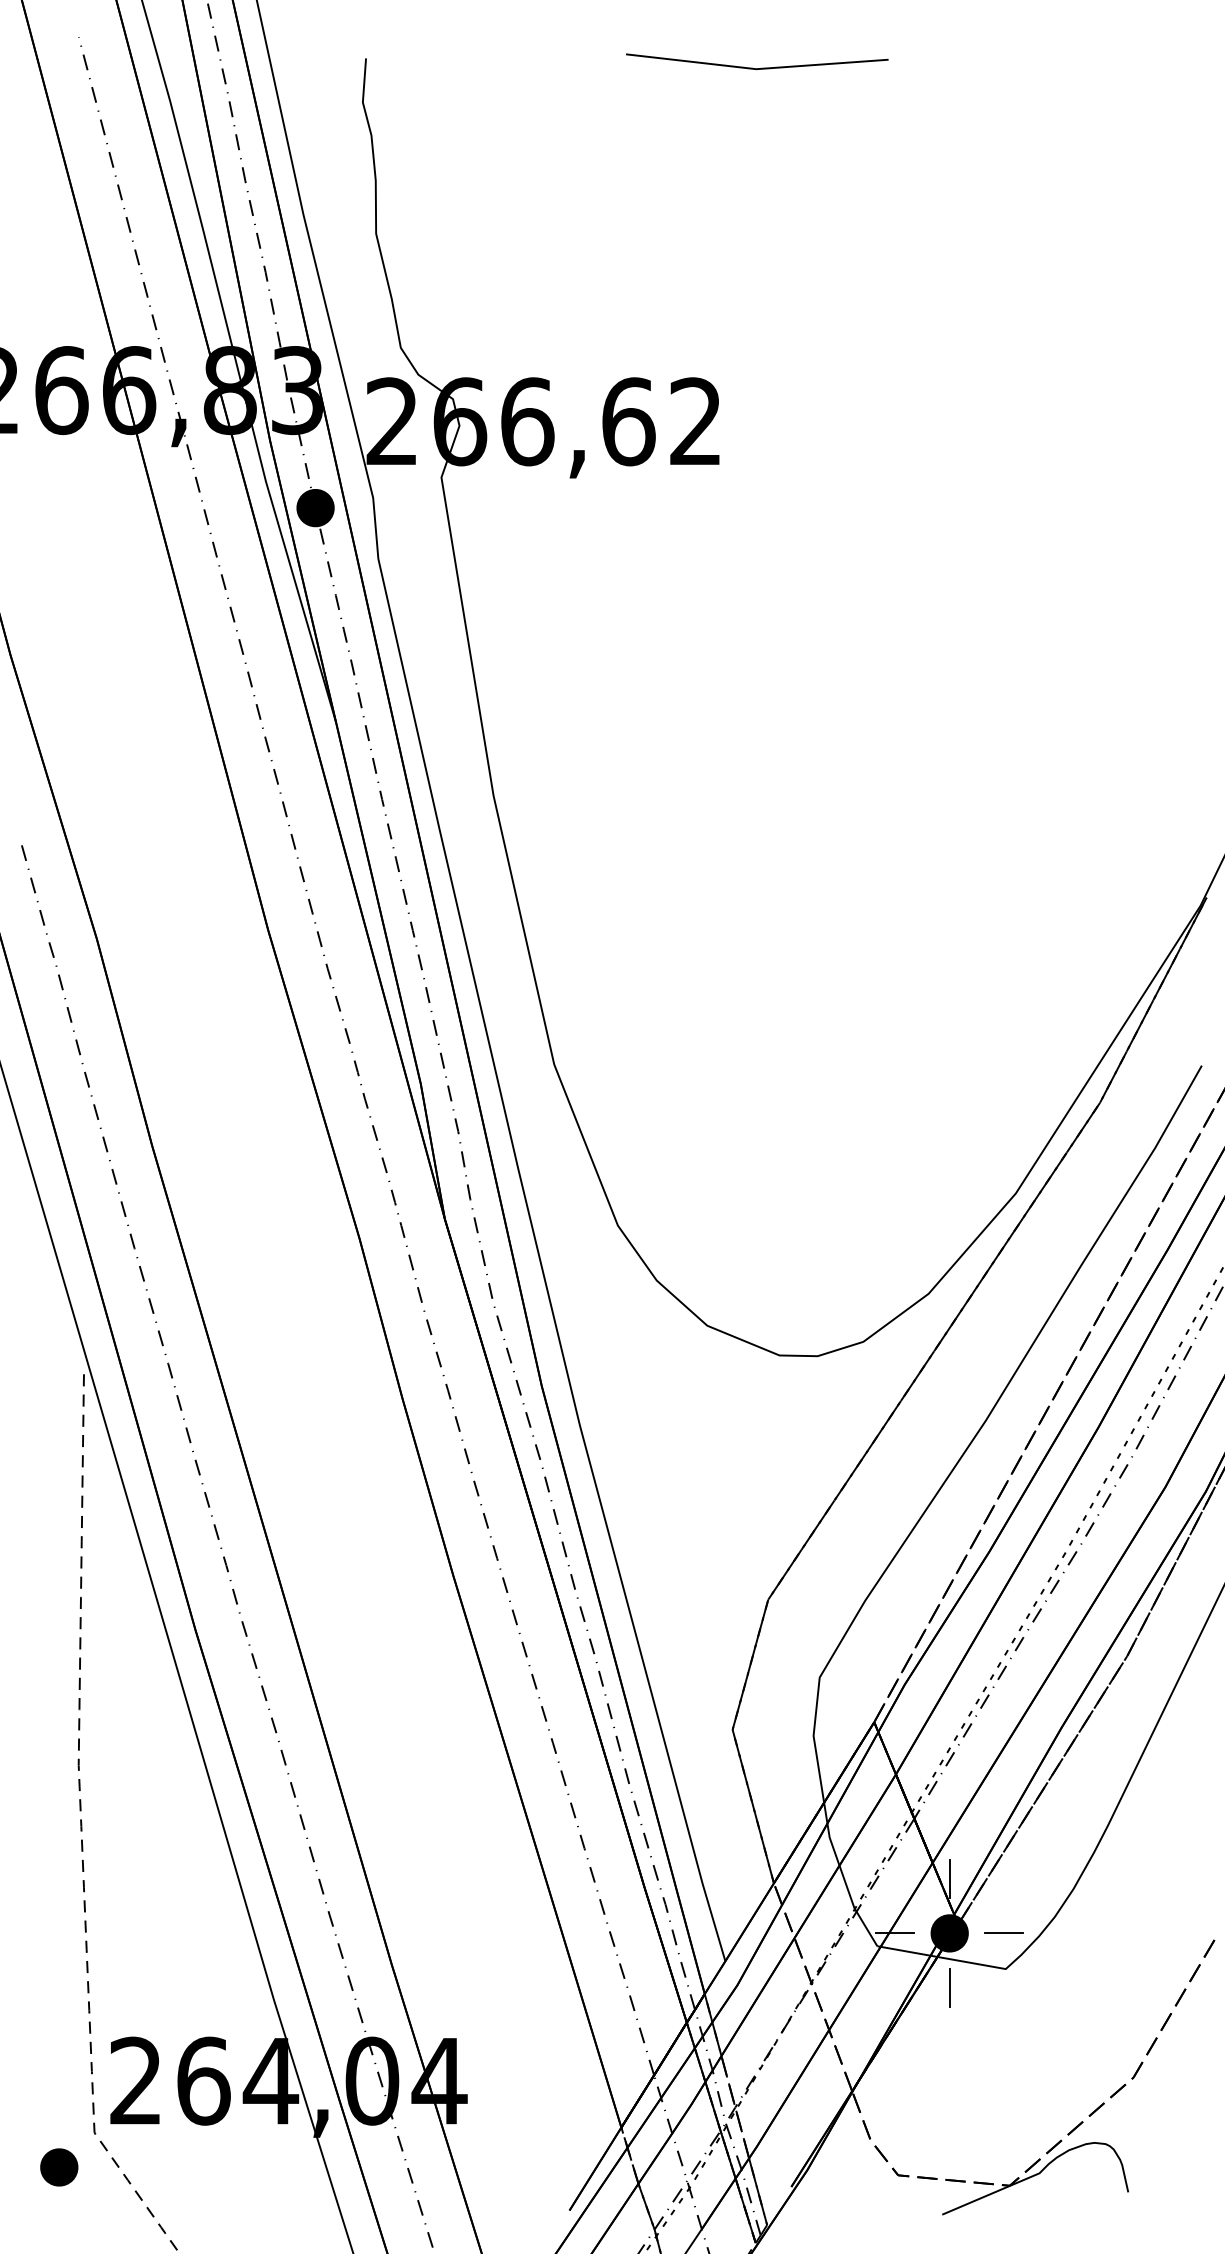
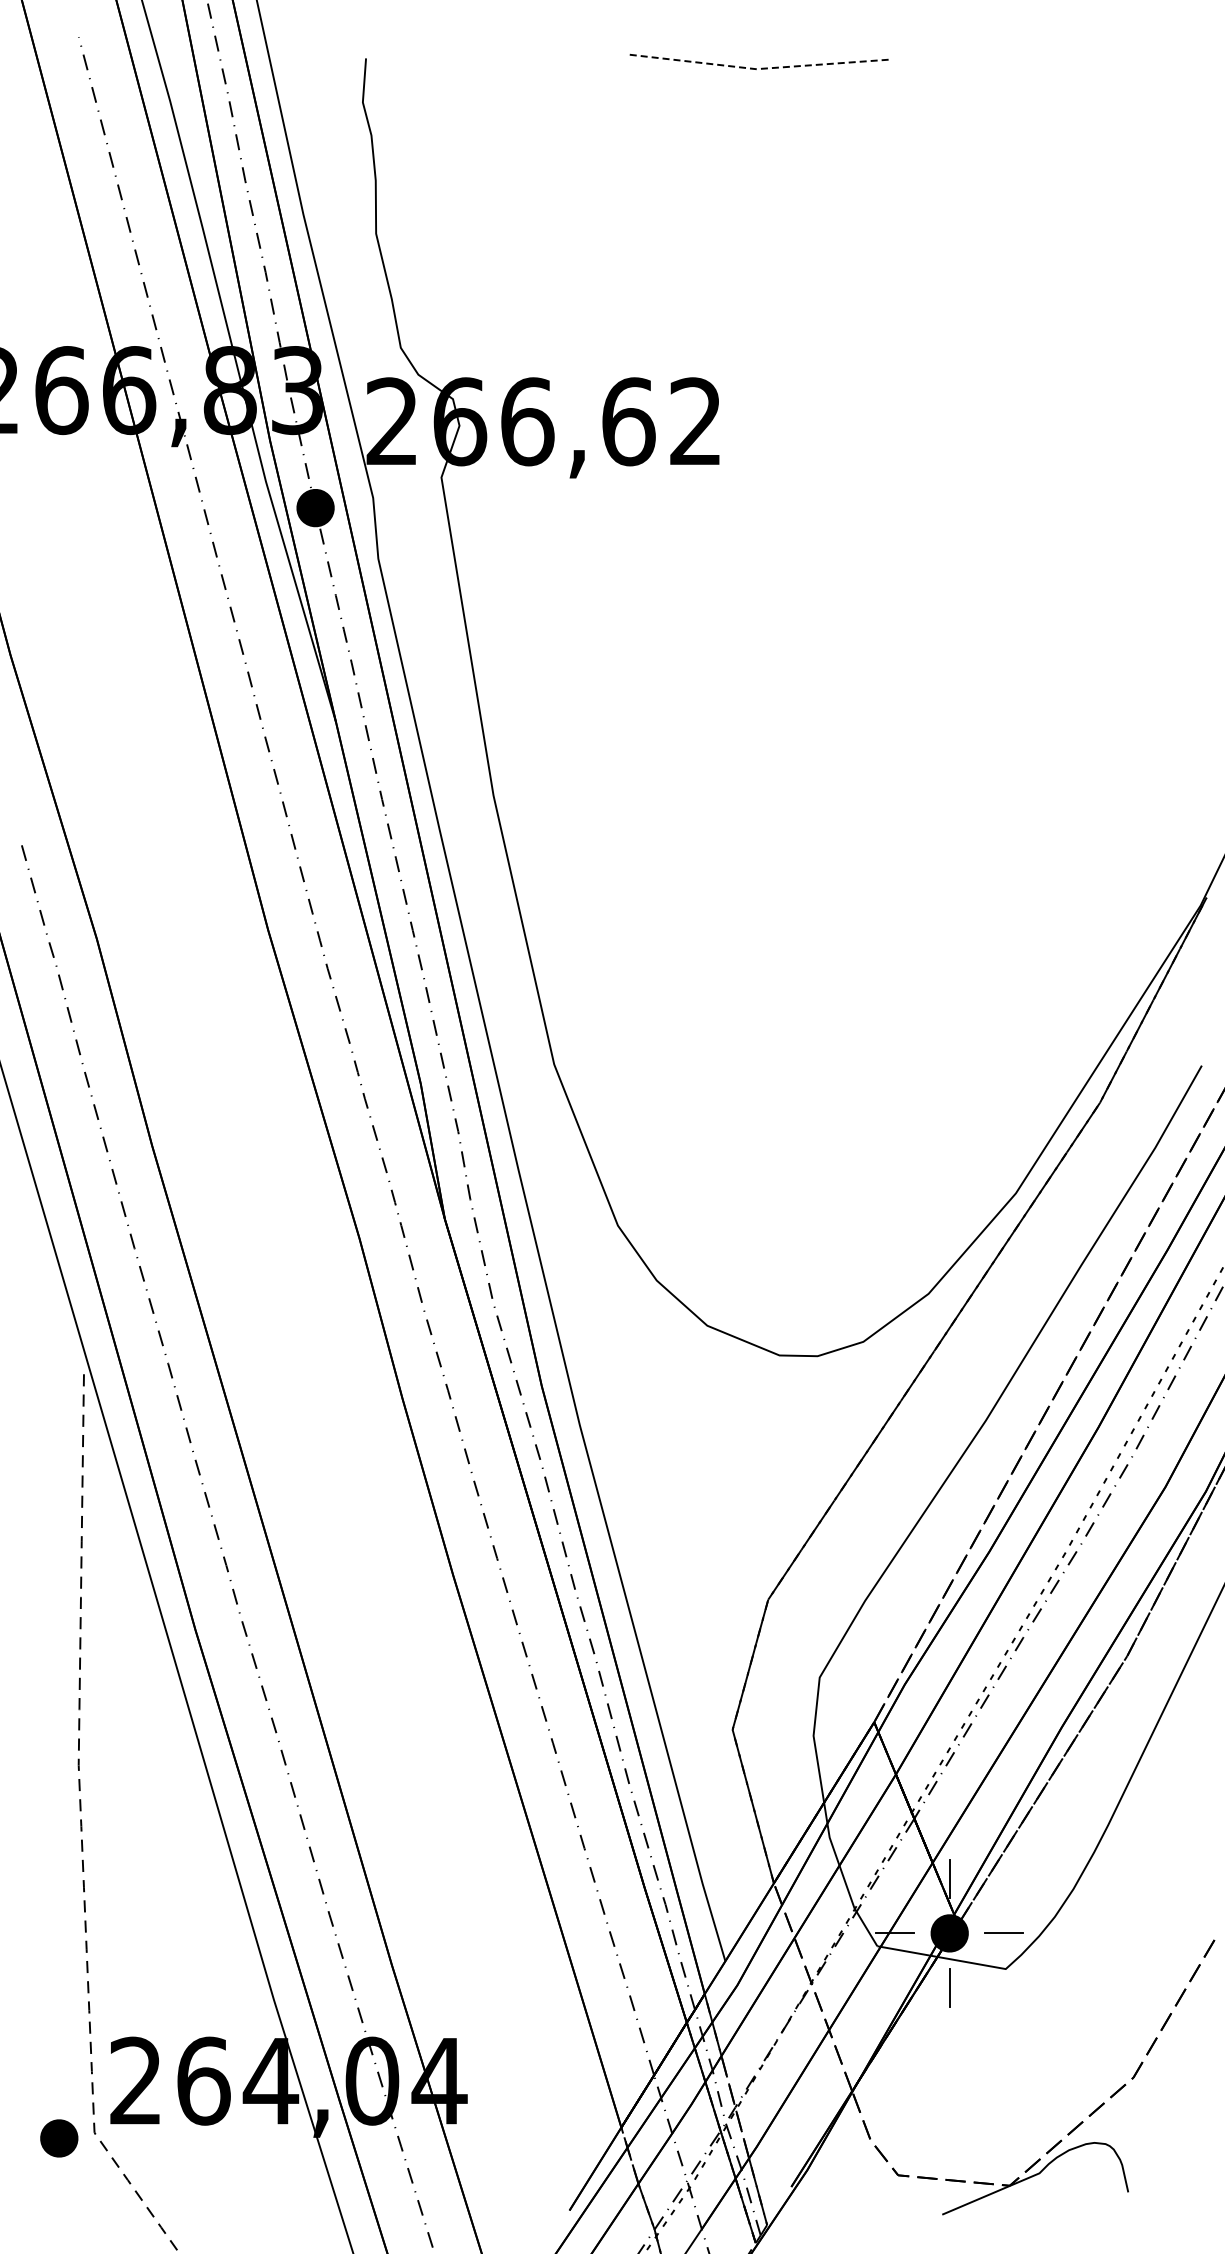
line at (756, 69): solid -> dashed
part at (59, 2167) position: (59, 2167) -> (59, 2138)
